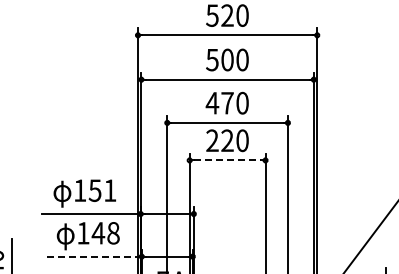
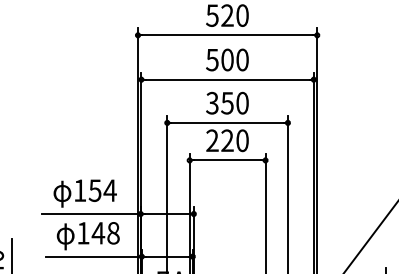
text at (219, 102): 470 -> 350
line at (227, 160): dashed -> solid
text at (109, 190): 151 -> 154
line at (93, 256): dashed -> solid
